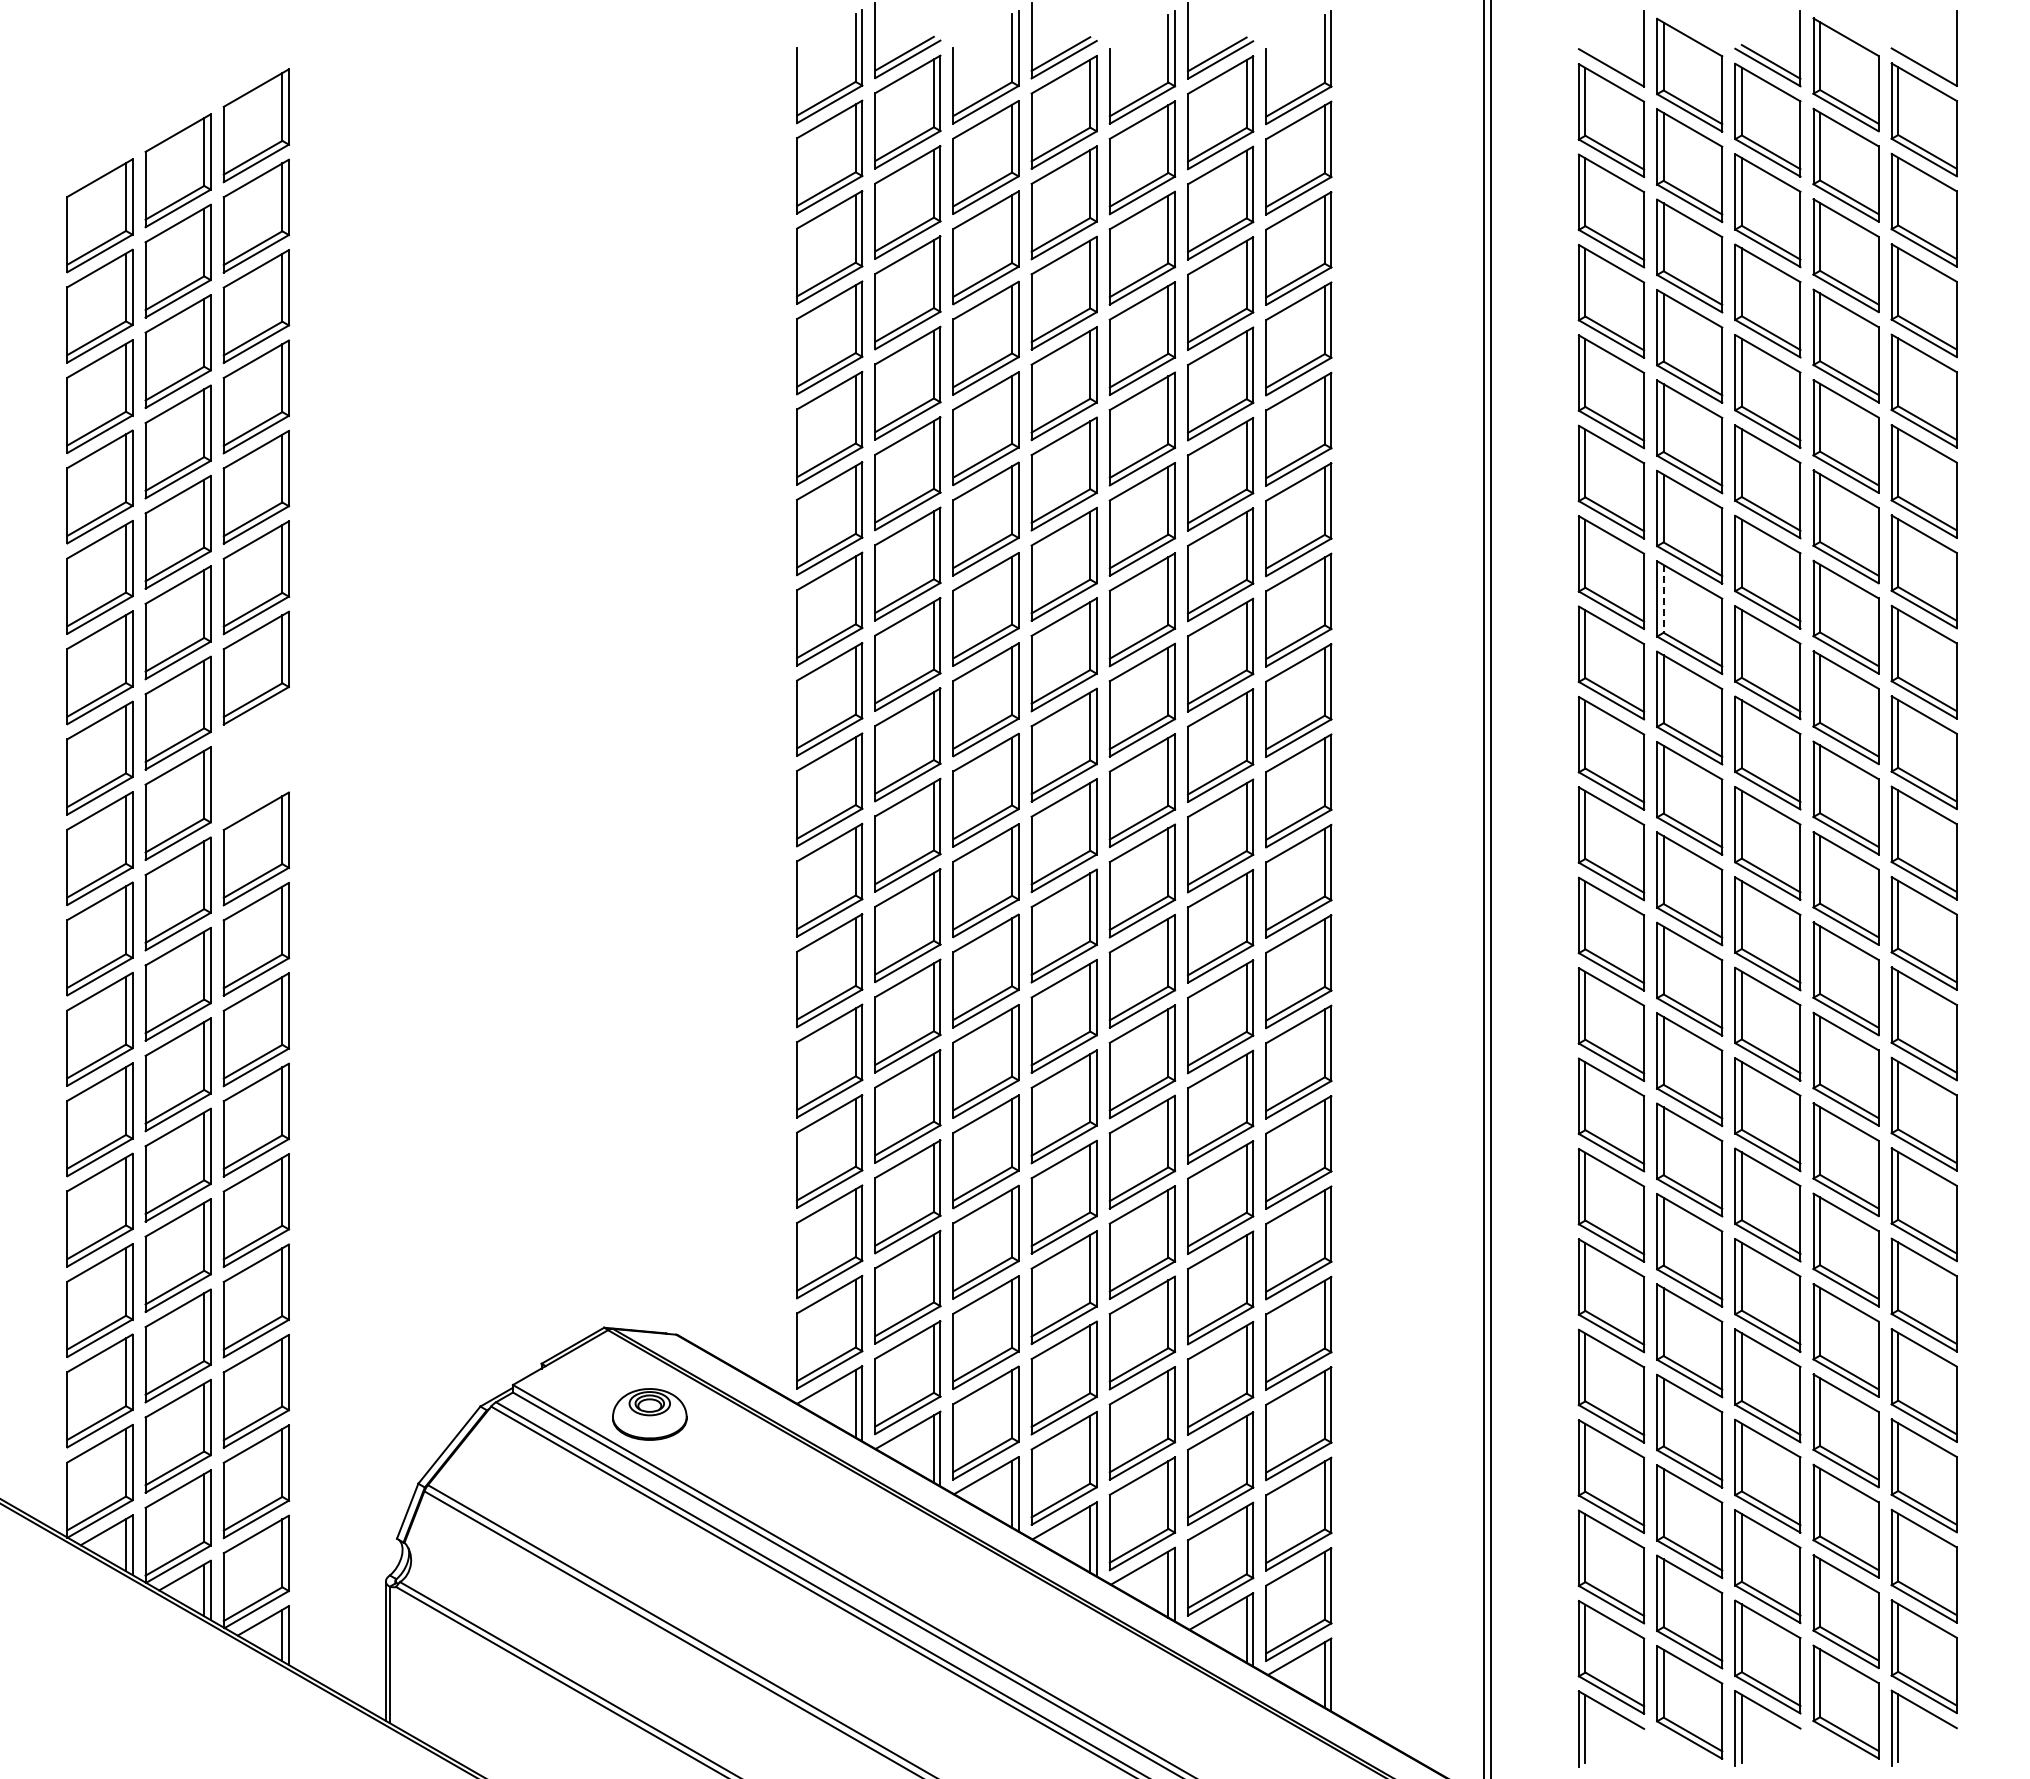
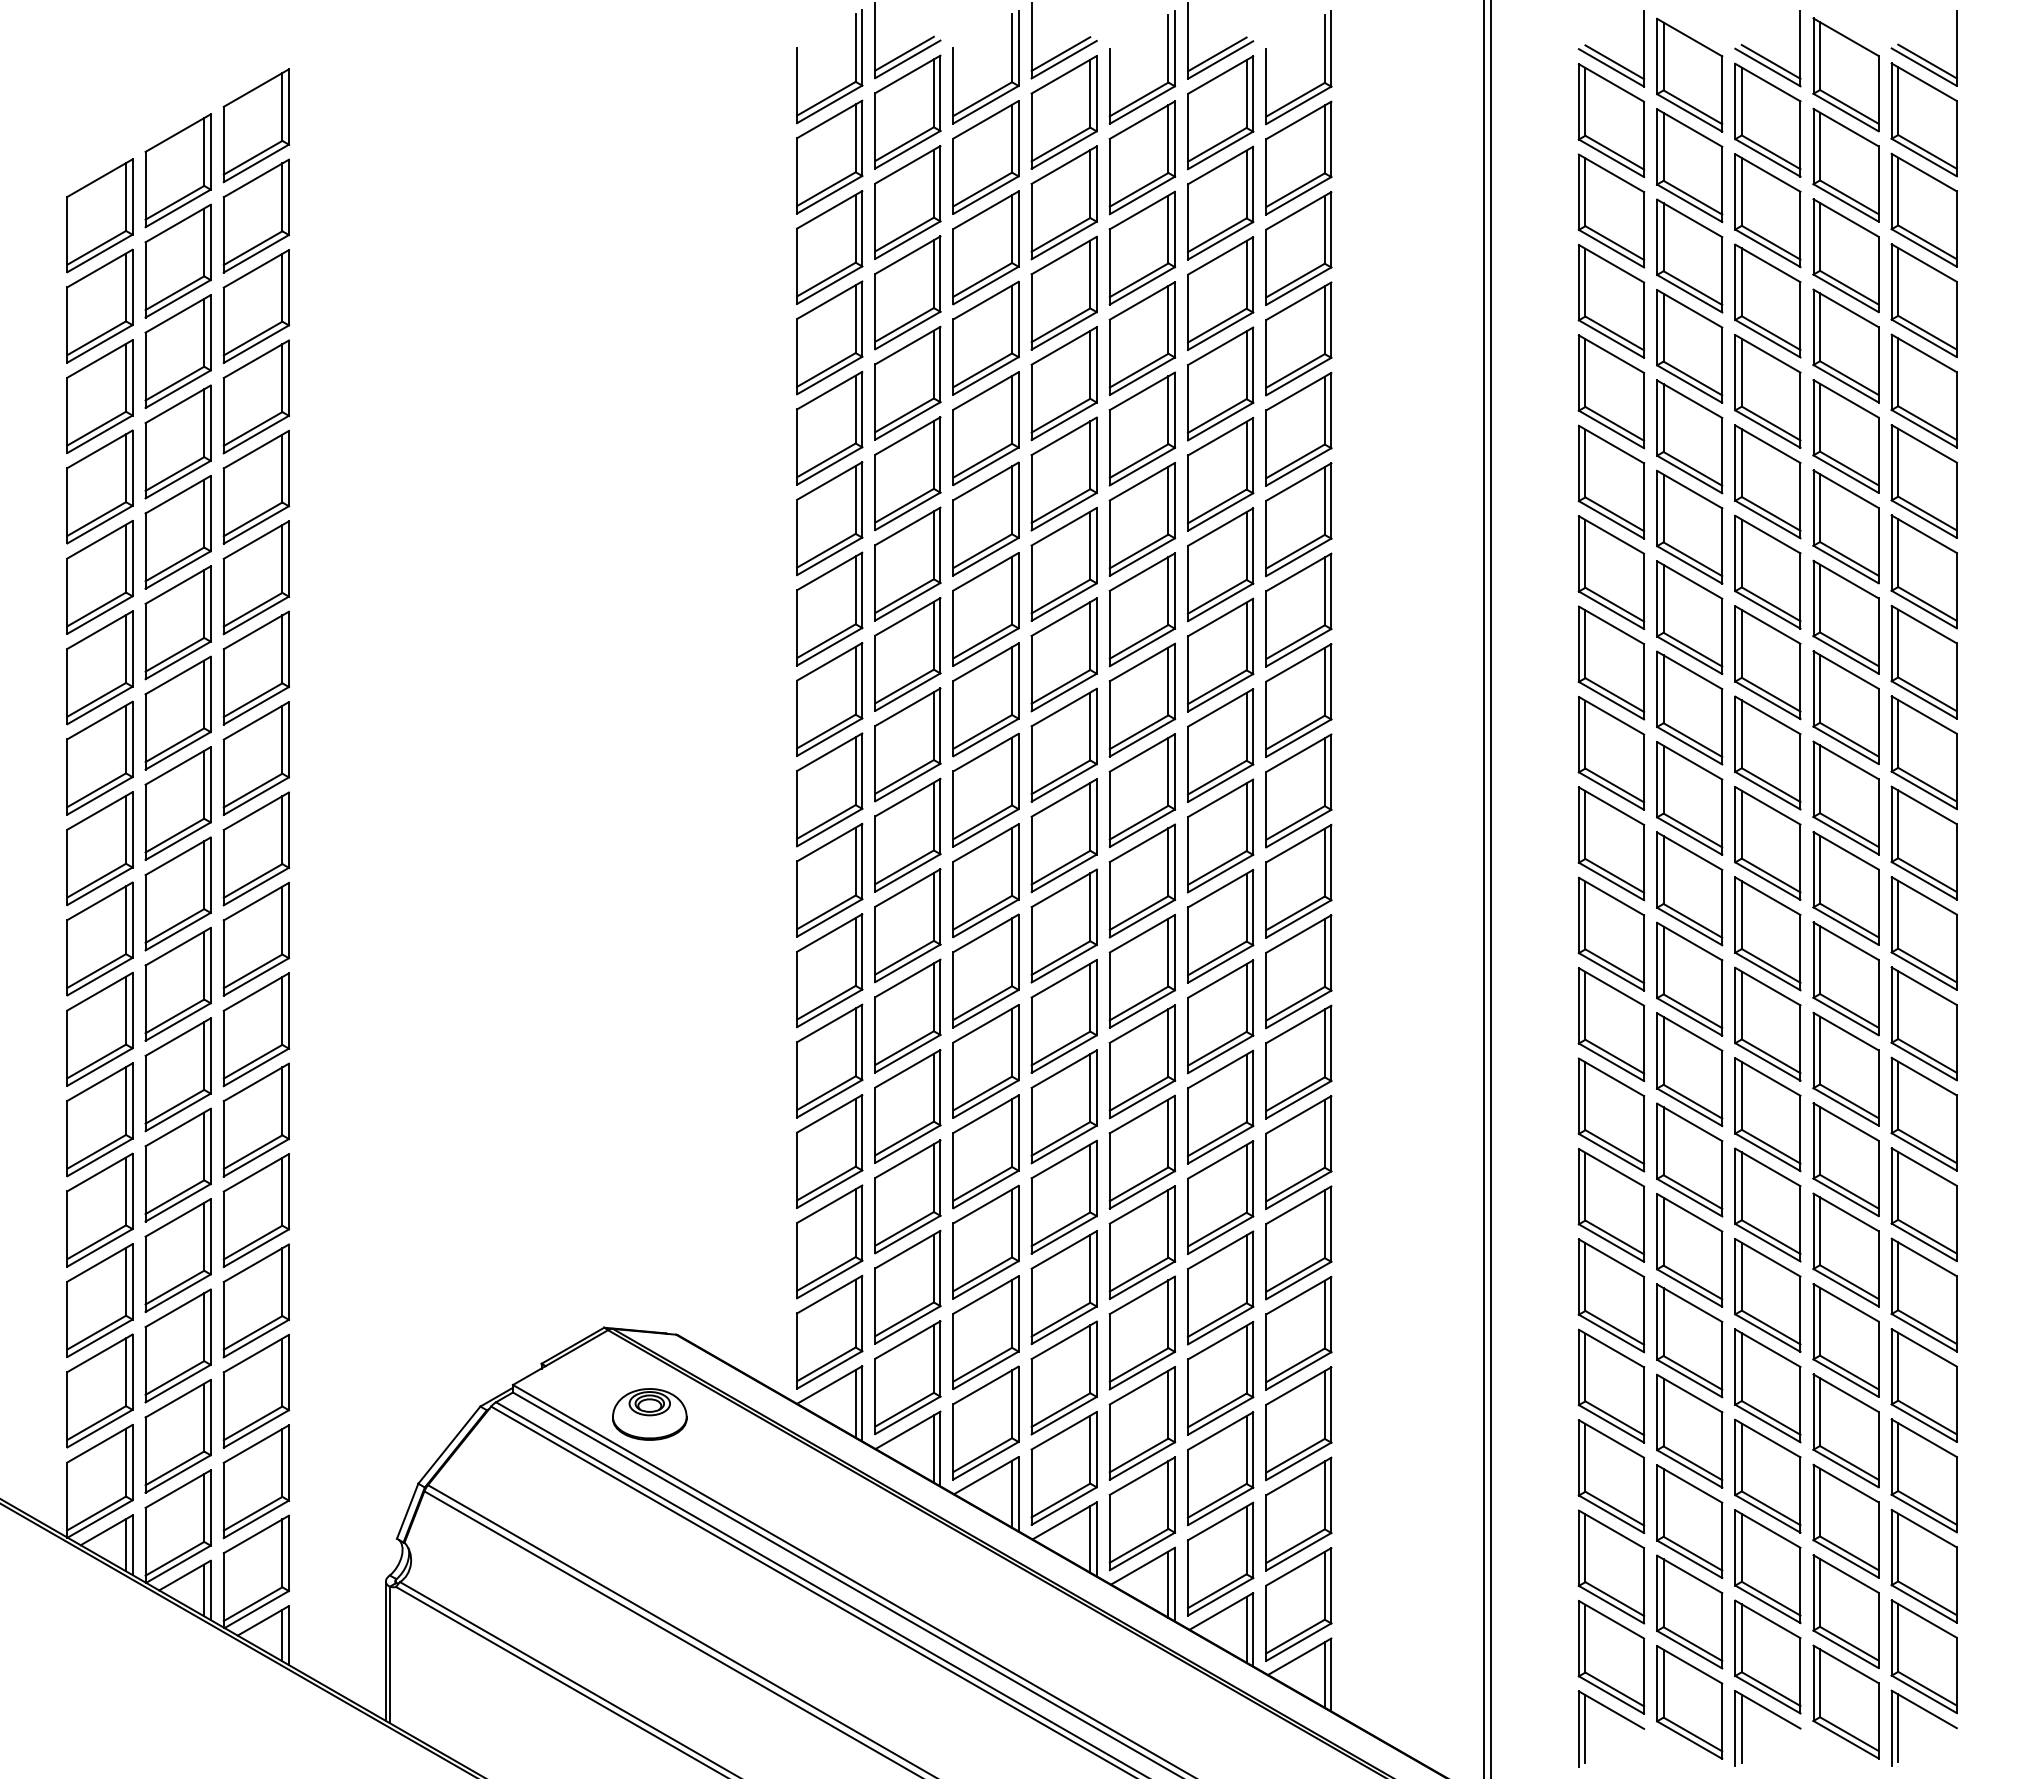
line at (1927, 61): none -> present
line at (1614, 62): none -> present
line at (1663, 598): dashed -> solid
part at (256, 758): none -> present
